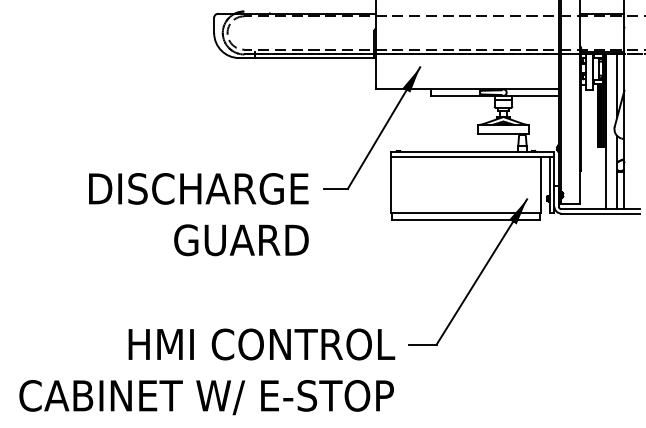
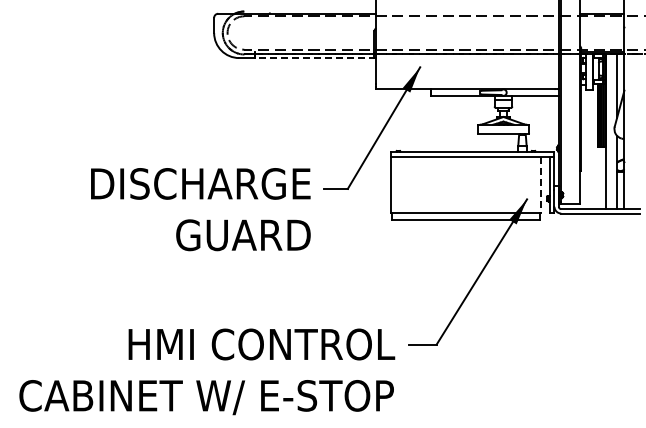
line at (315, 58): solid -> dashed
line at (540, 184): solid -> dashed
text at (198, 214) position: (198, 214) -> (200, 209)
